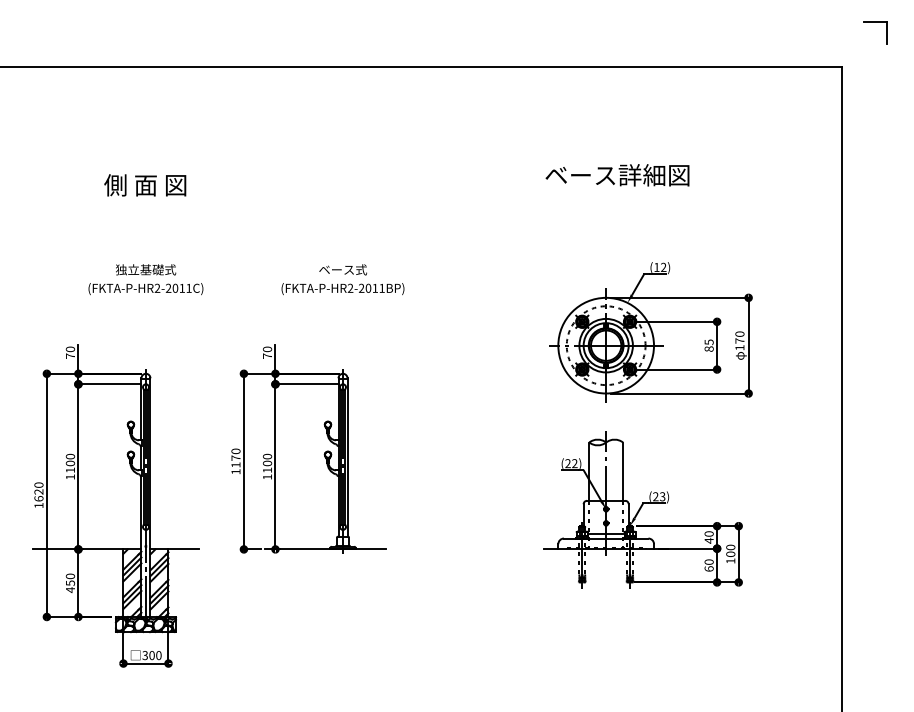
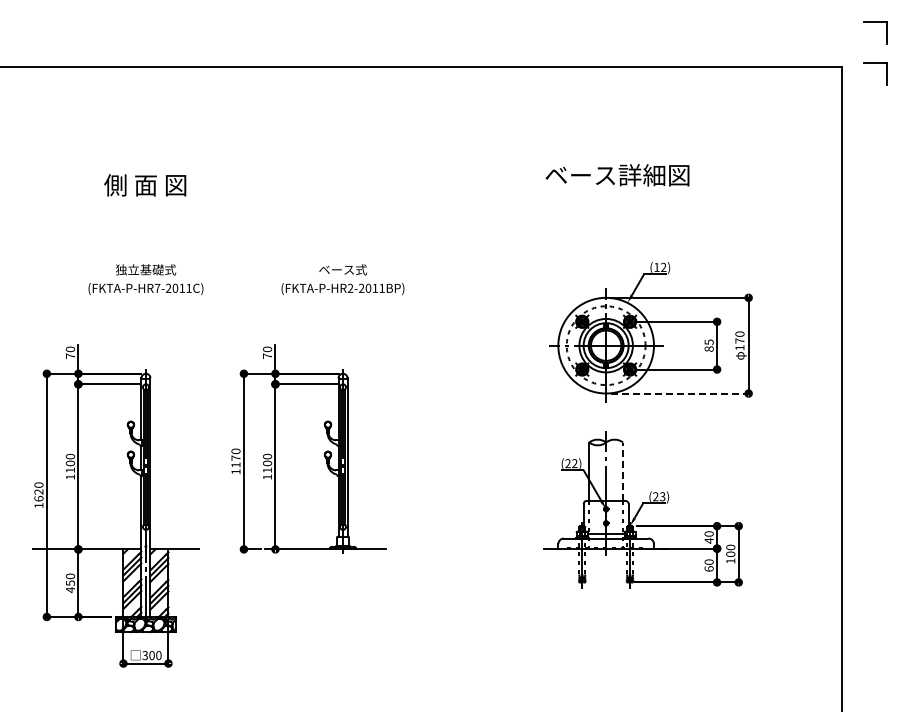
part at (875, 63): none -> present
text at (157, 287): (FKTA-P-HR2-2011C) -> (FKTA-P-HR7-2011C)
line at (679, 393): solid -> dashed
line at (623, 471): solid -> dashed
